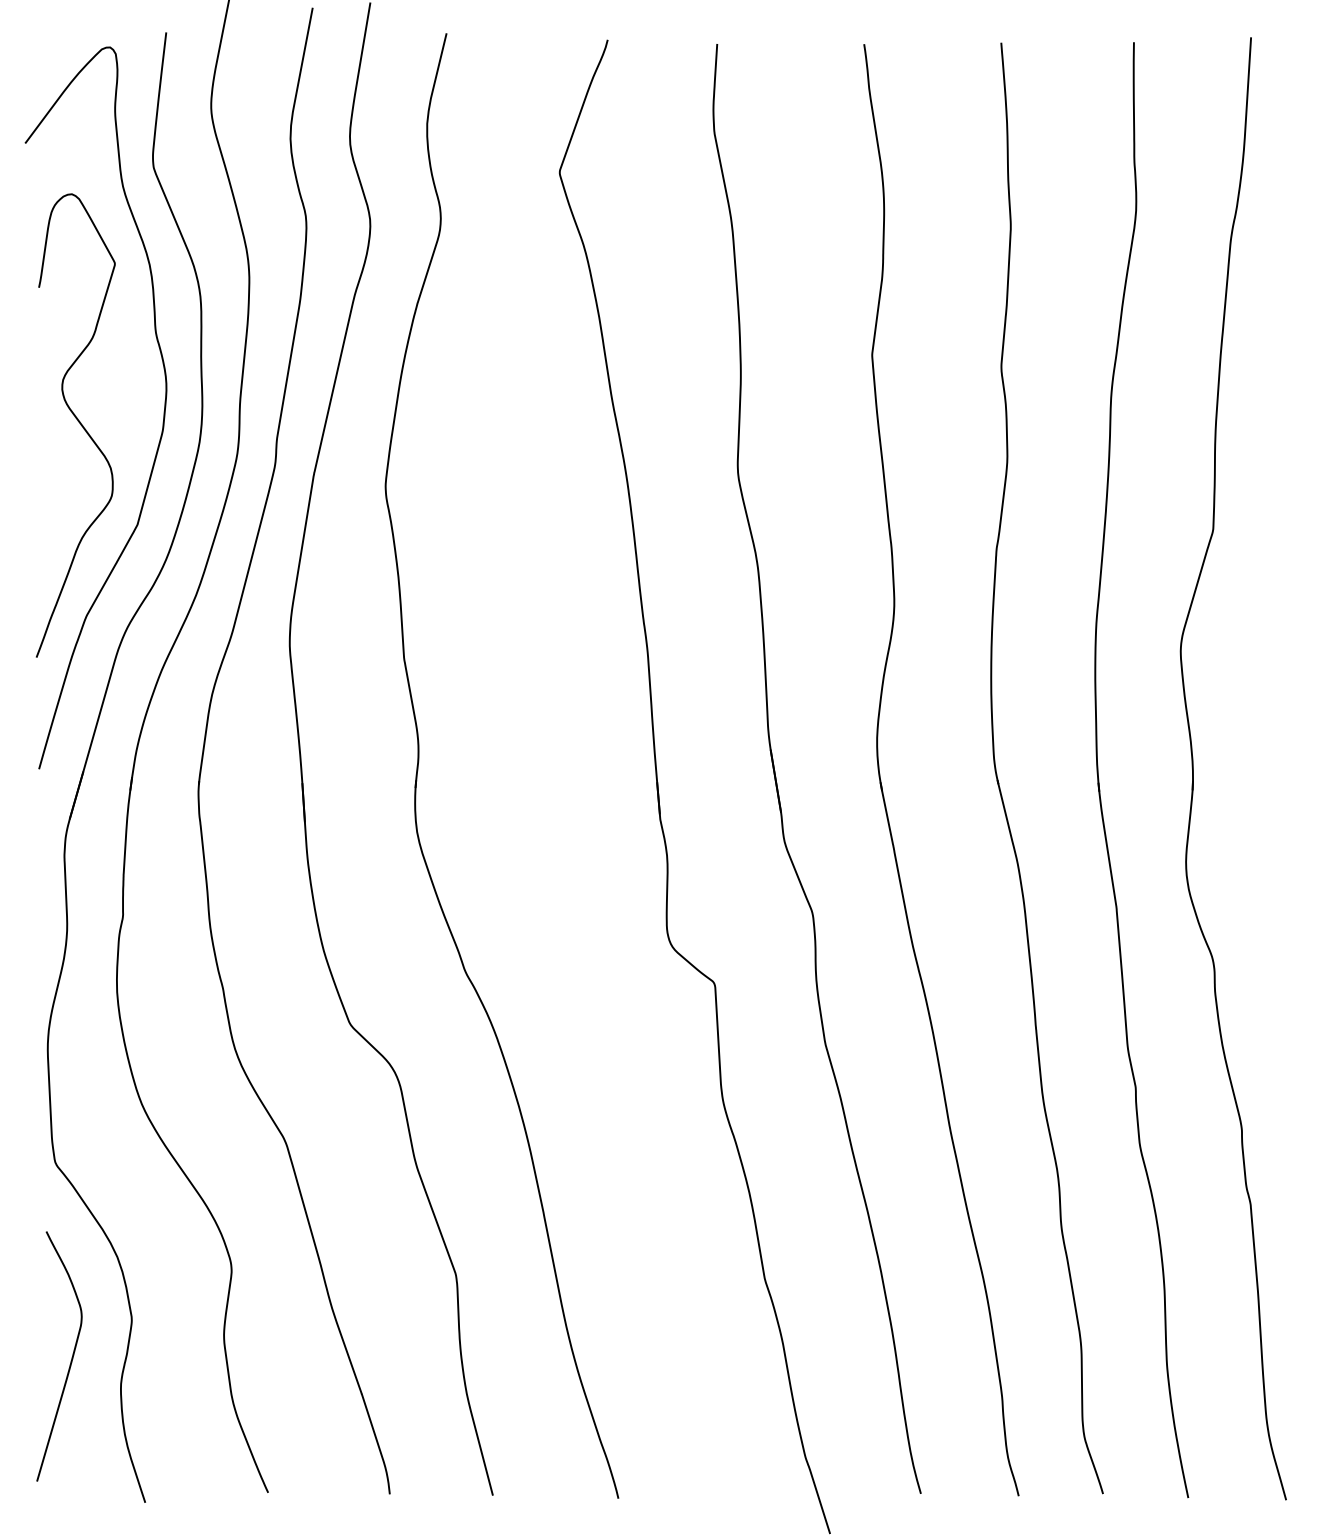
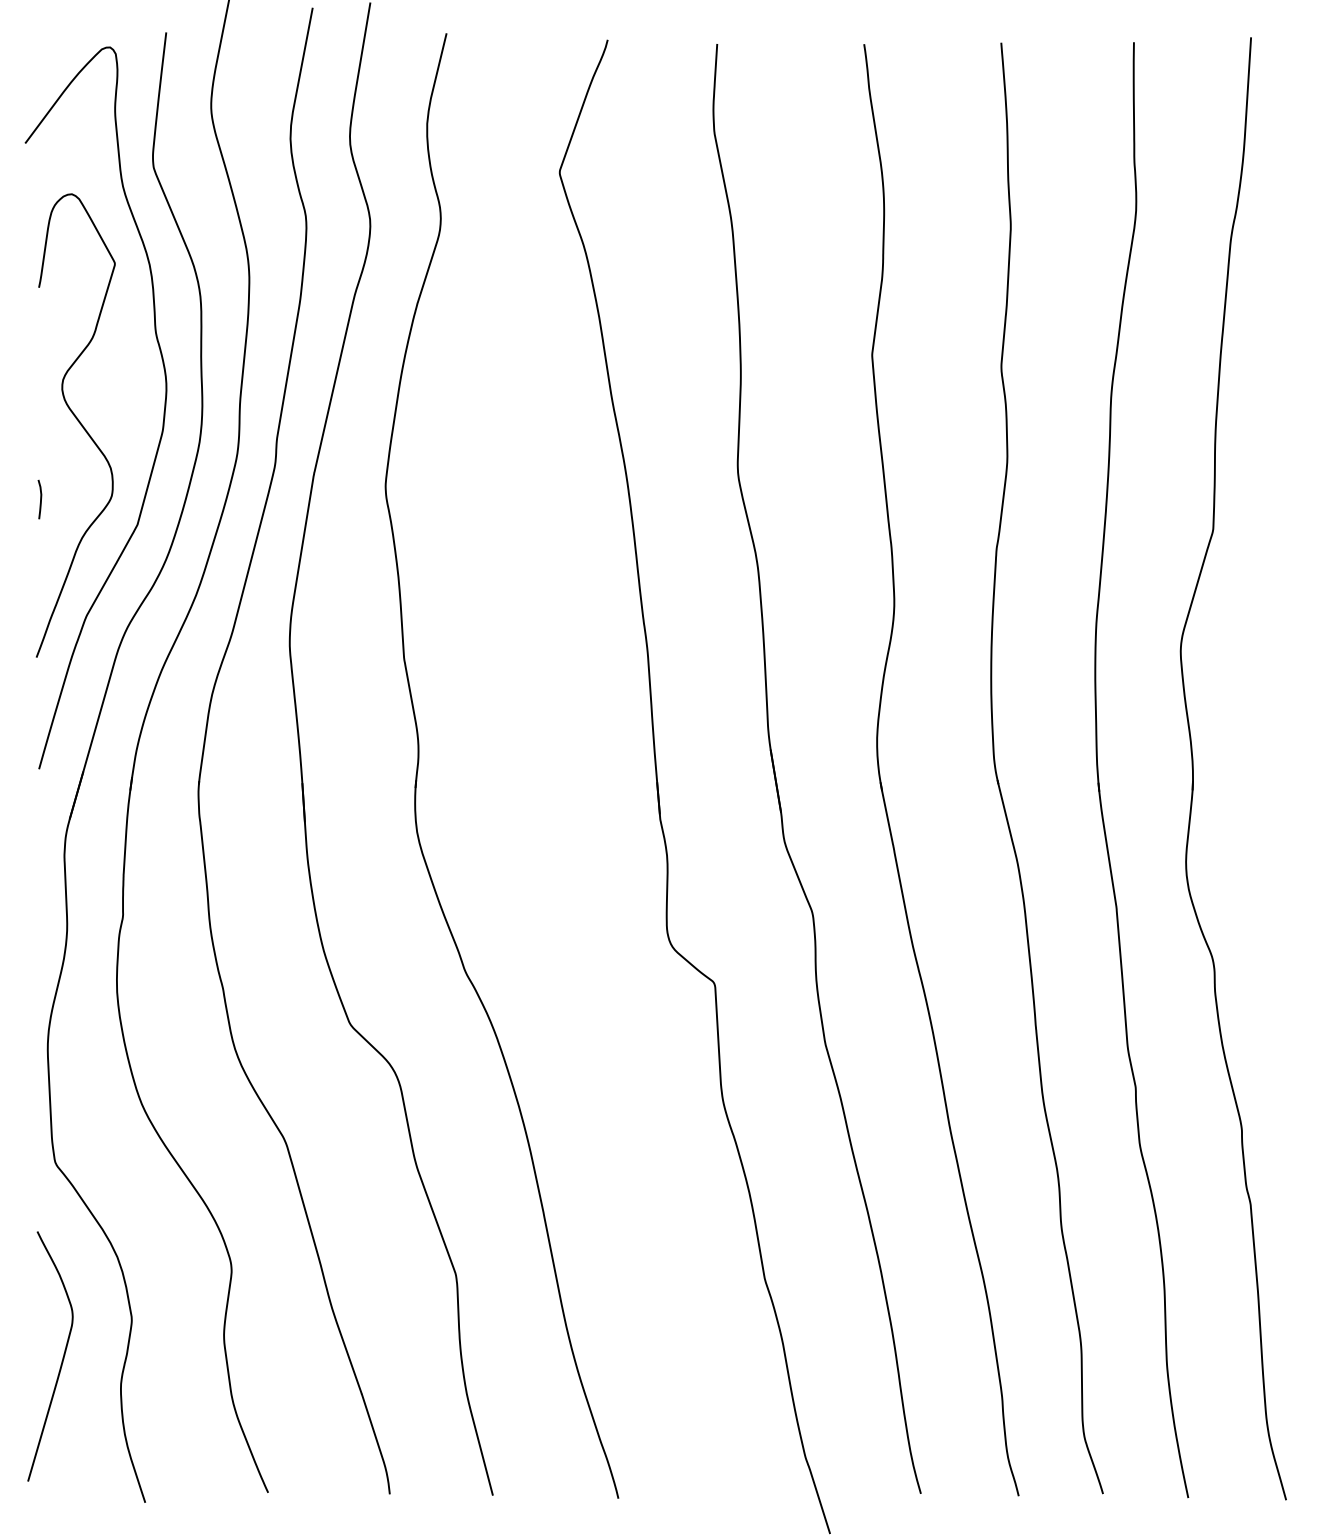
curve at (40, 499): none -> present
curve at (71, 1357) position: (71, 1357) -> (62, 1357)
